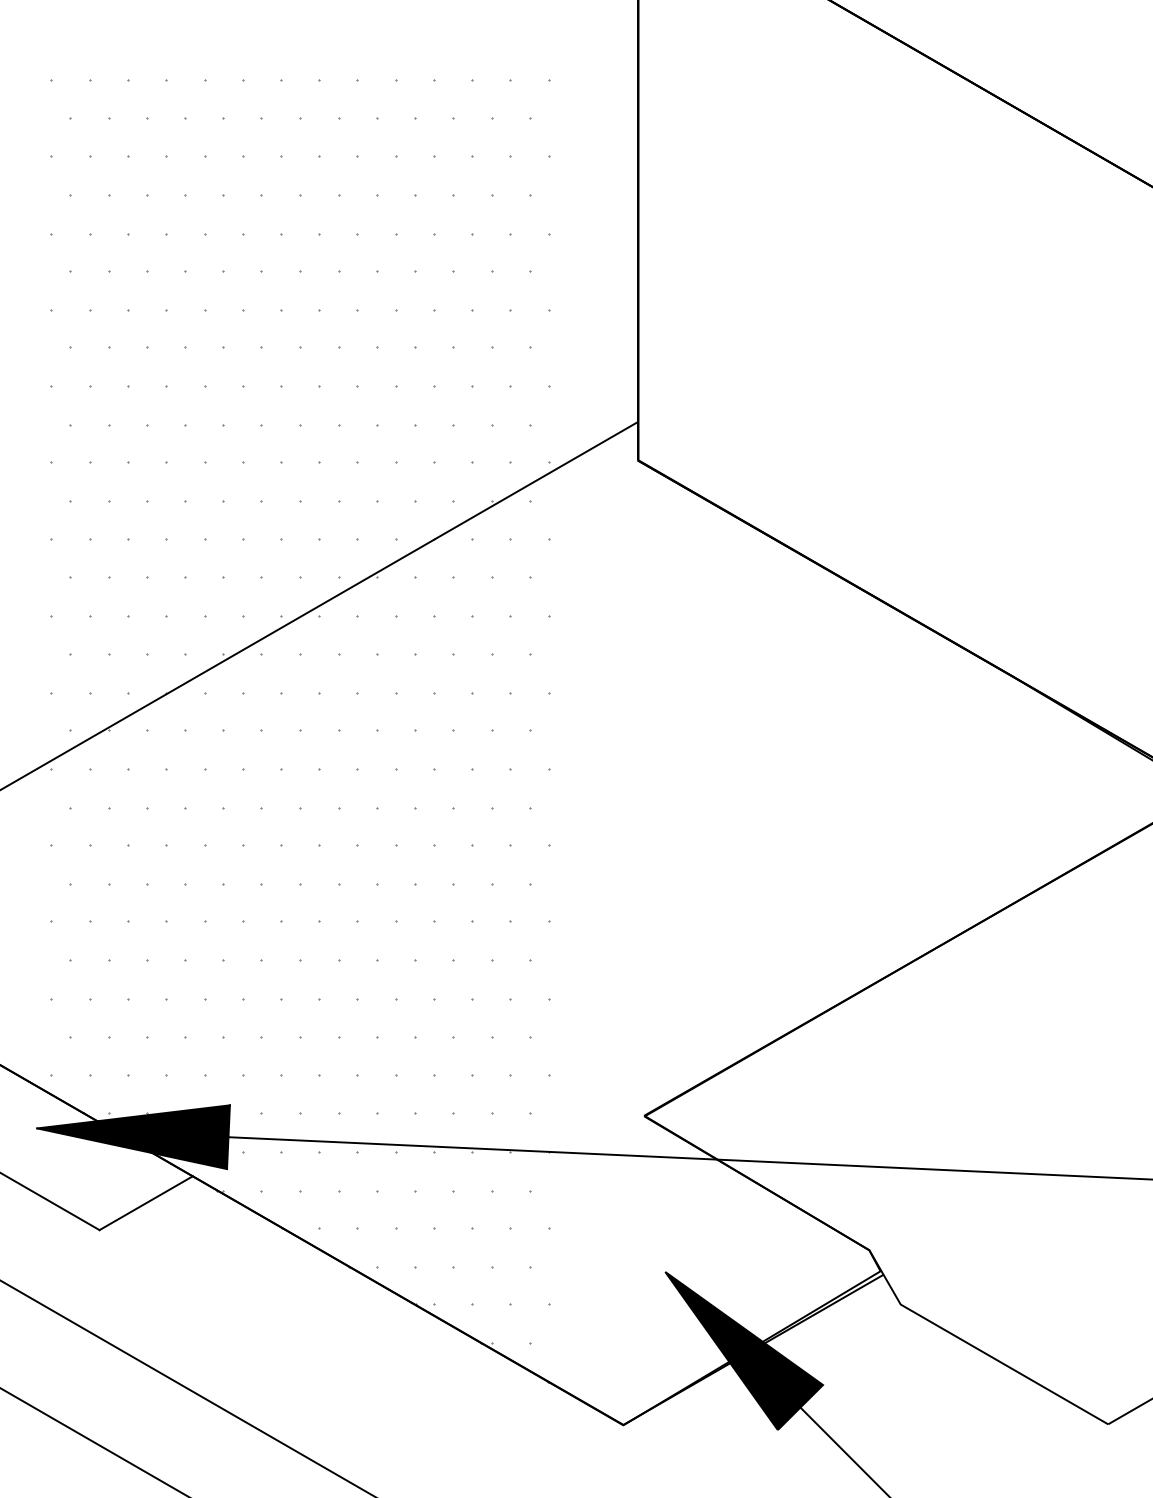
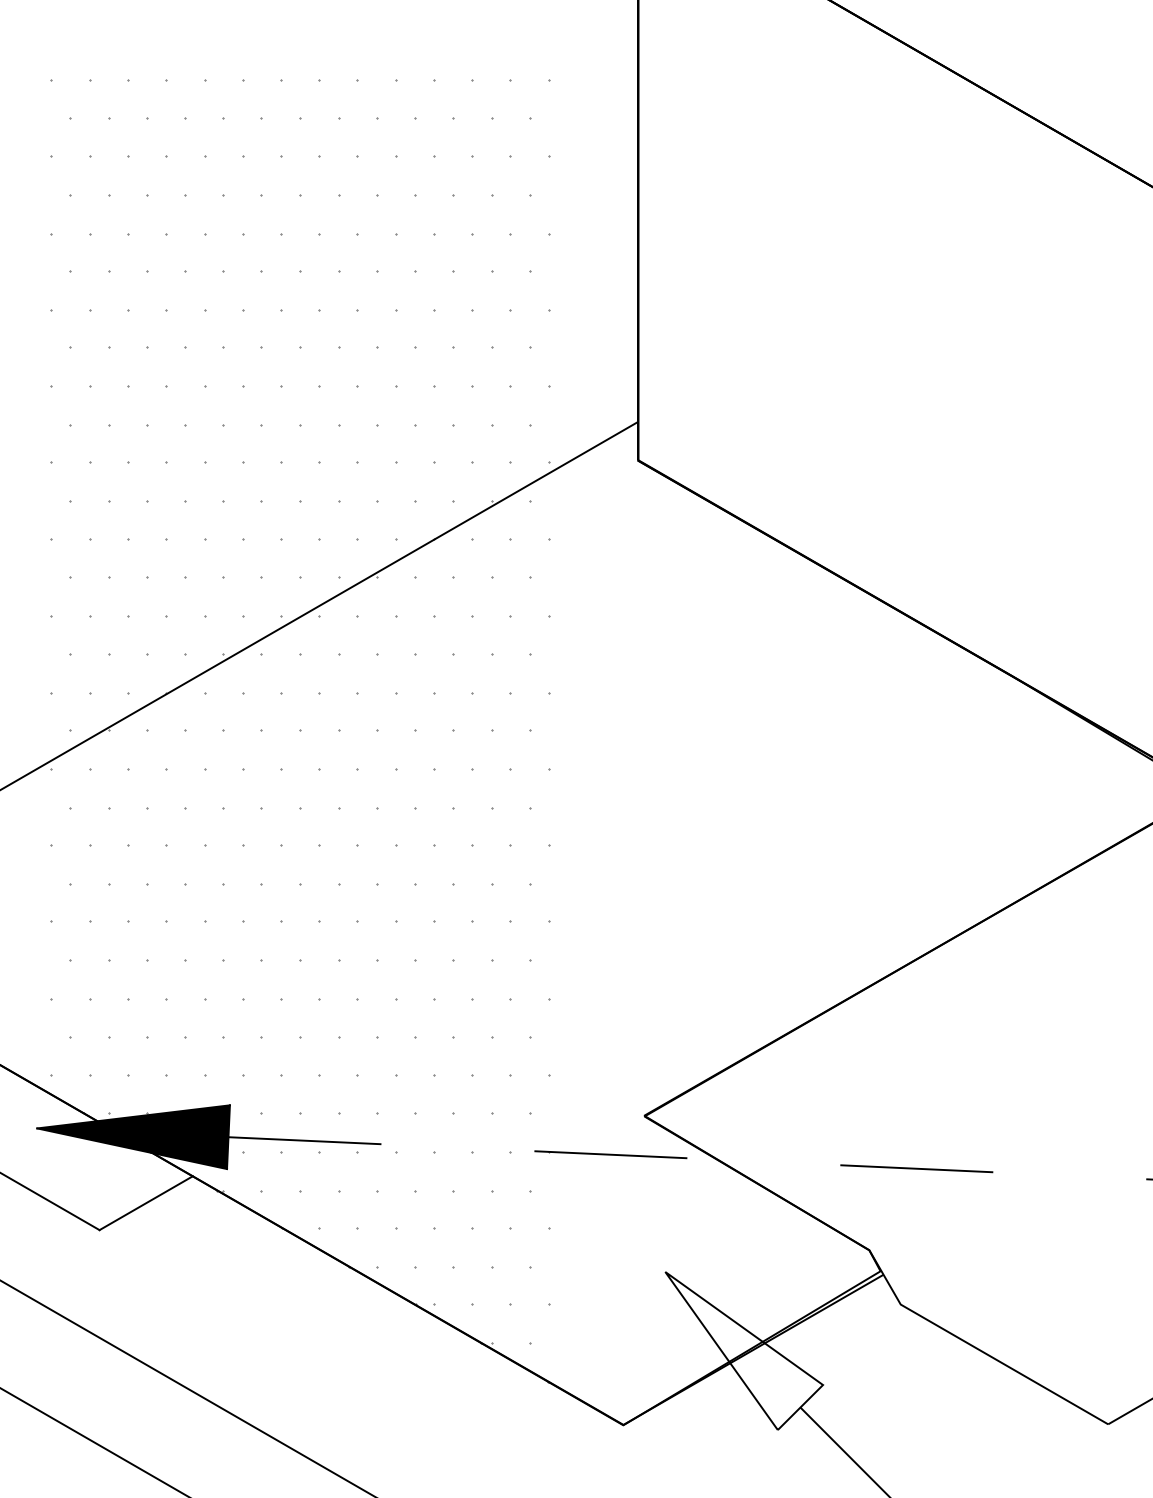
line at (690, 1158): solid -> dashed
fill at (744, 1350): present -> none
